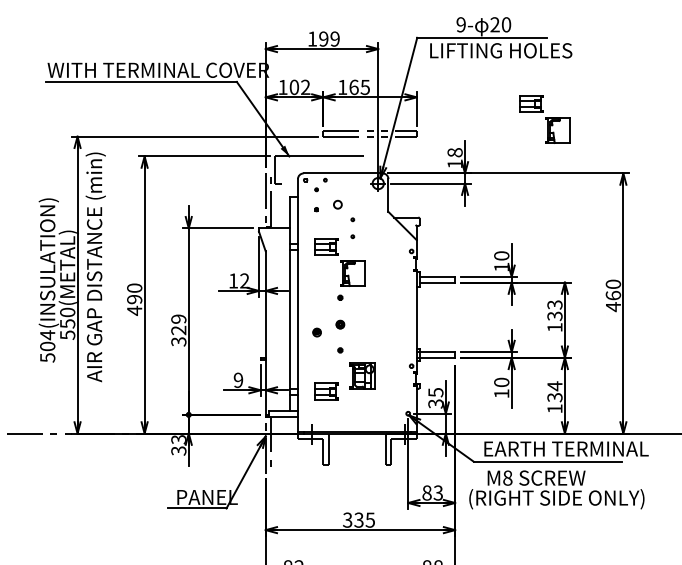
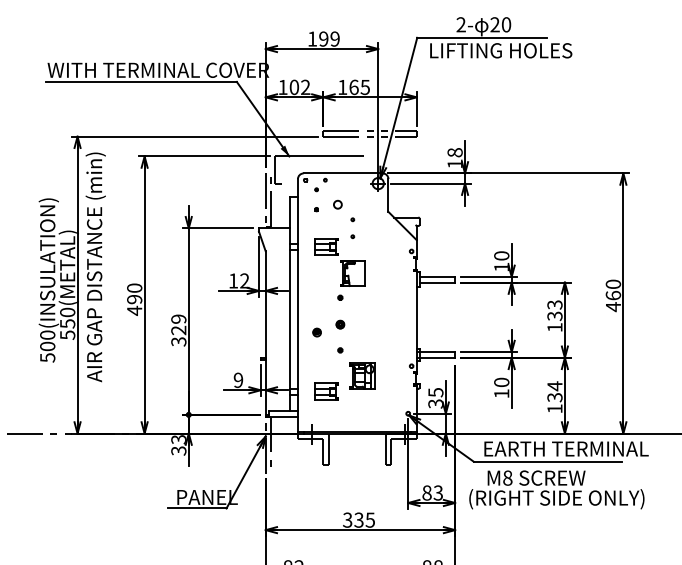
text at (460, 24): 9- -> 2-
part at (544, 119): present -> none
text at (47, 335): 504(INSULATION) -> 500(INSULATION)
